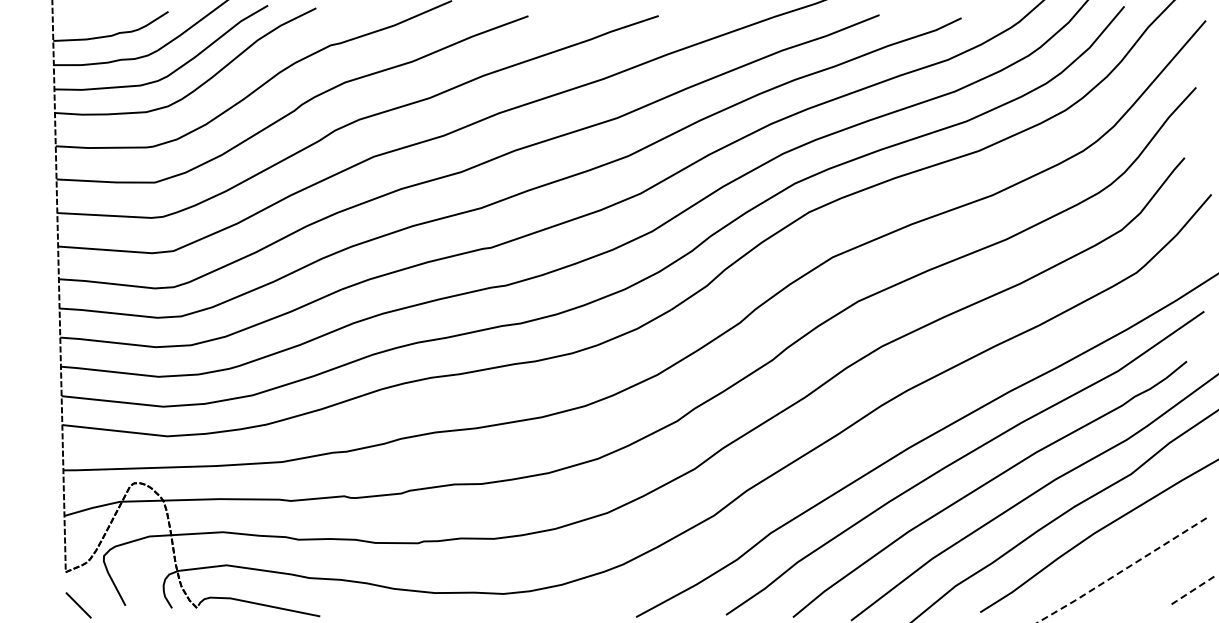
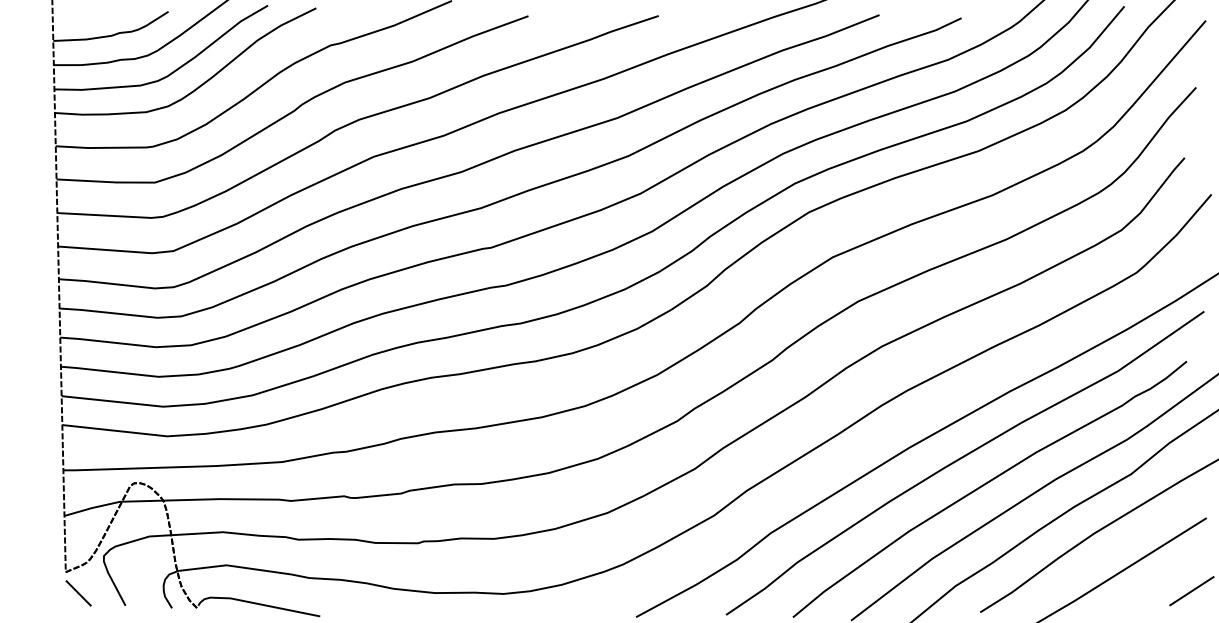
line at (1121, 571): dashed -> solid
line at (1191, 591): dashed -> solid
line at (78, 605) position: (78, 605) -> (78, 593)
